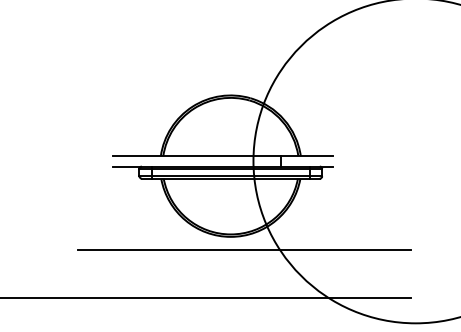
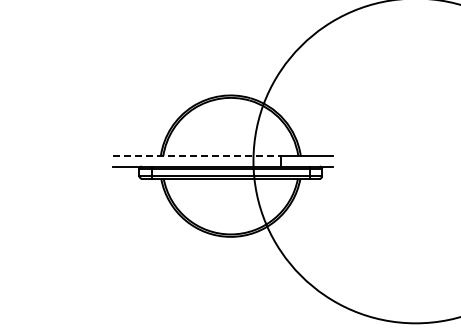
line at (196, 156): solid -> dashed
line at (244, 250): present -> none
line at (206, 297): present -> none
